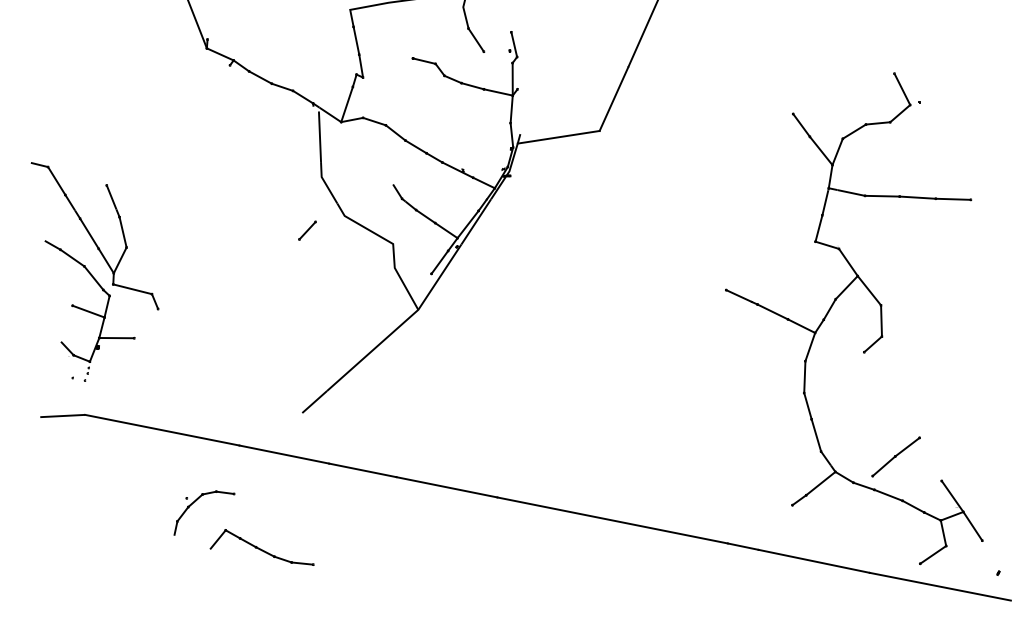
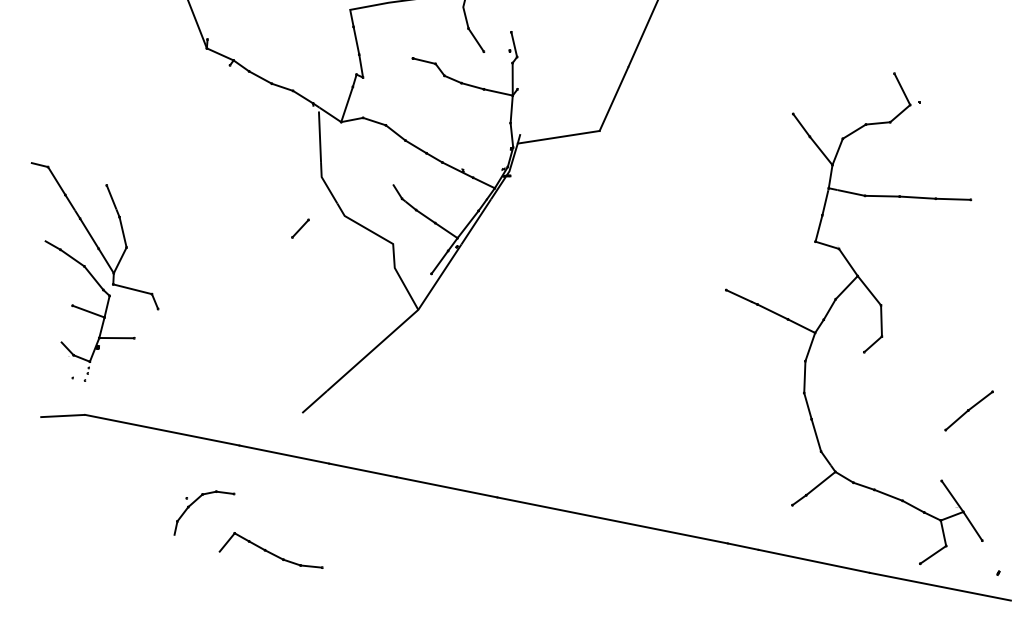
line at (307, 230) position: (307, 230) -> (300, 228)
part at (895, 456) position: (895, 456) -> (968, 410)
part at (261, 547) position: (261, 547) -> (270, 550)
